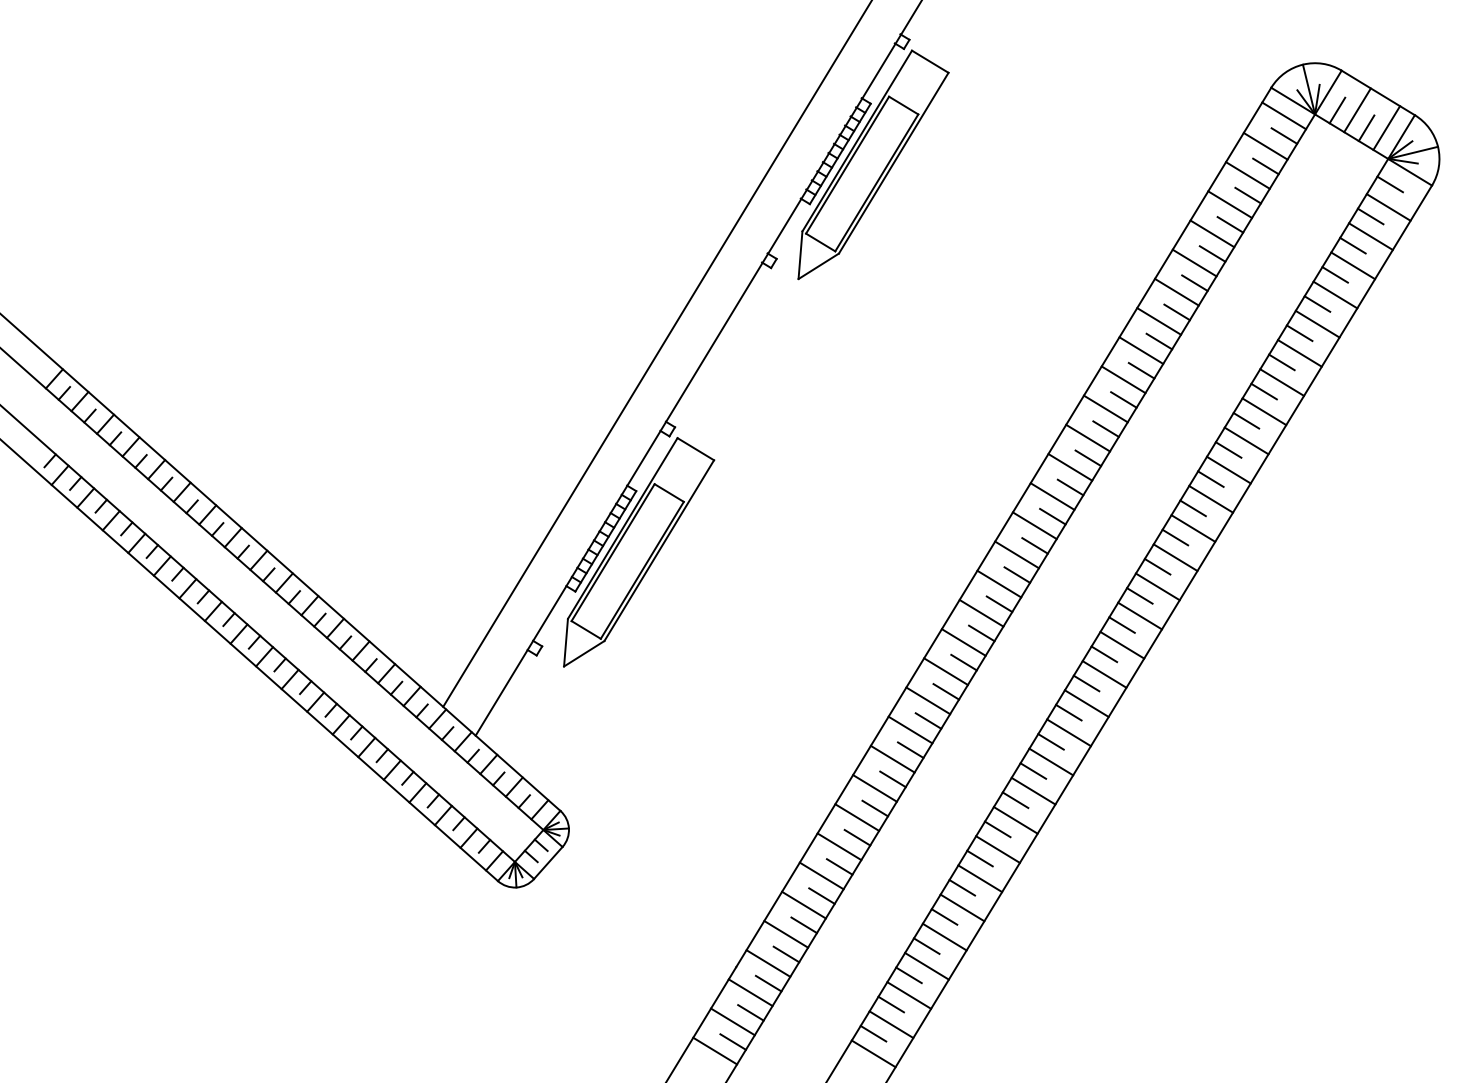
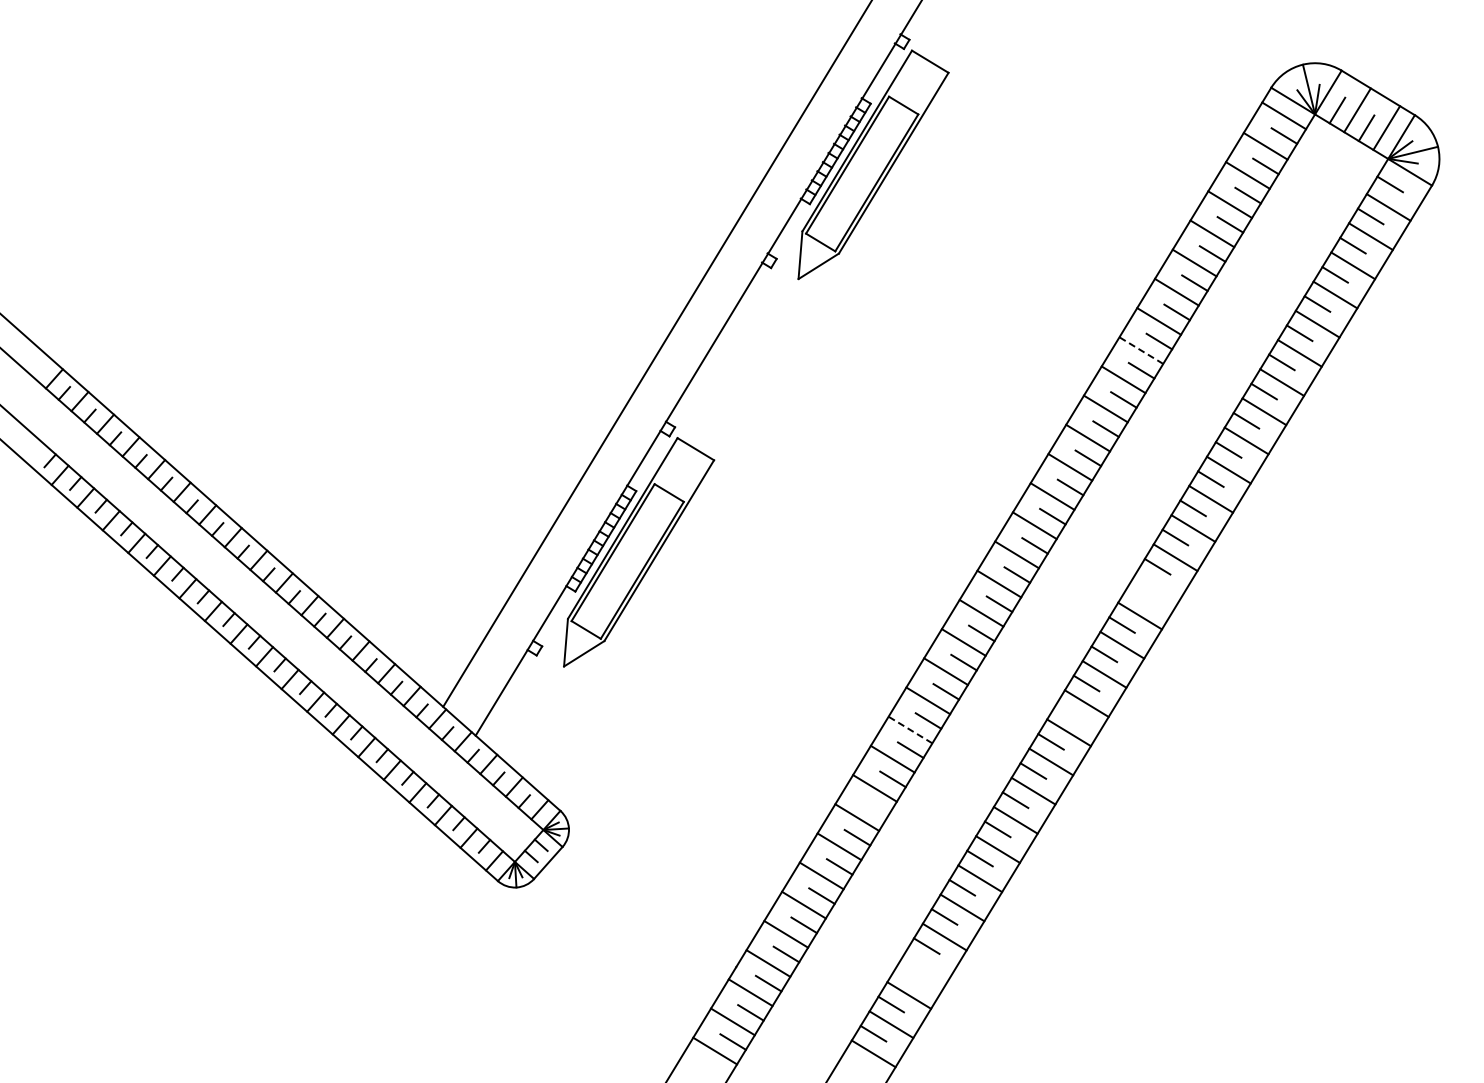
line at (1141, 350): solid -> dashed
line at (1157, 586): present -> none
line at (1139, 595): present -> none
line at (1068, 712): present -> none
line at (910, 730): solid -> dashed
line at (875, 808): present -> none
line at (926, 965): present -> none
line at (908, 975): present -> none
